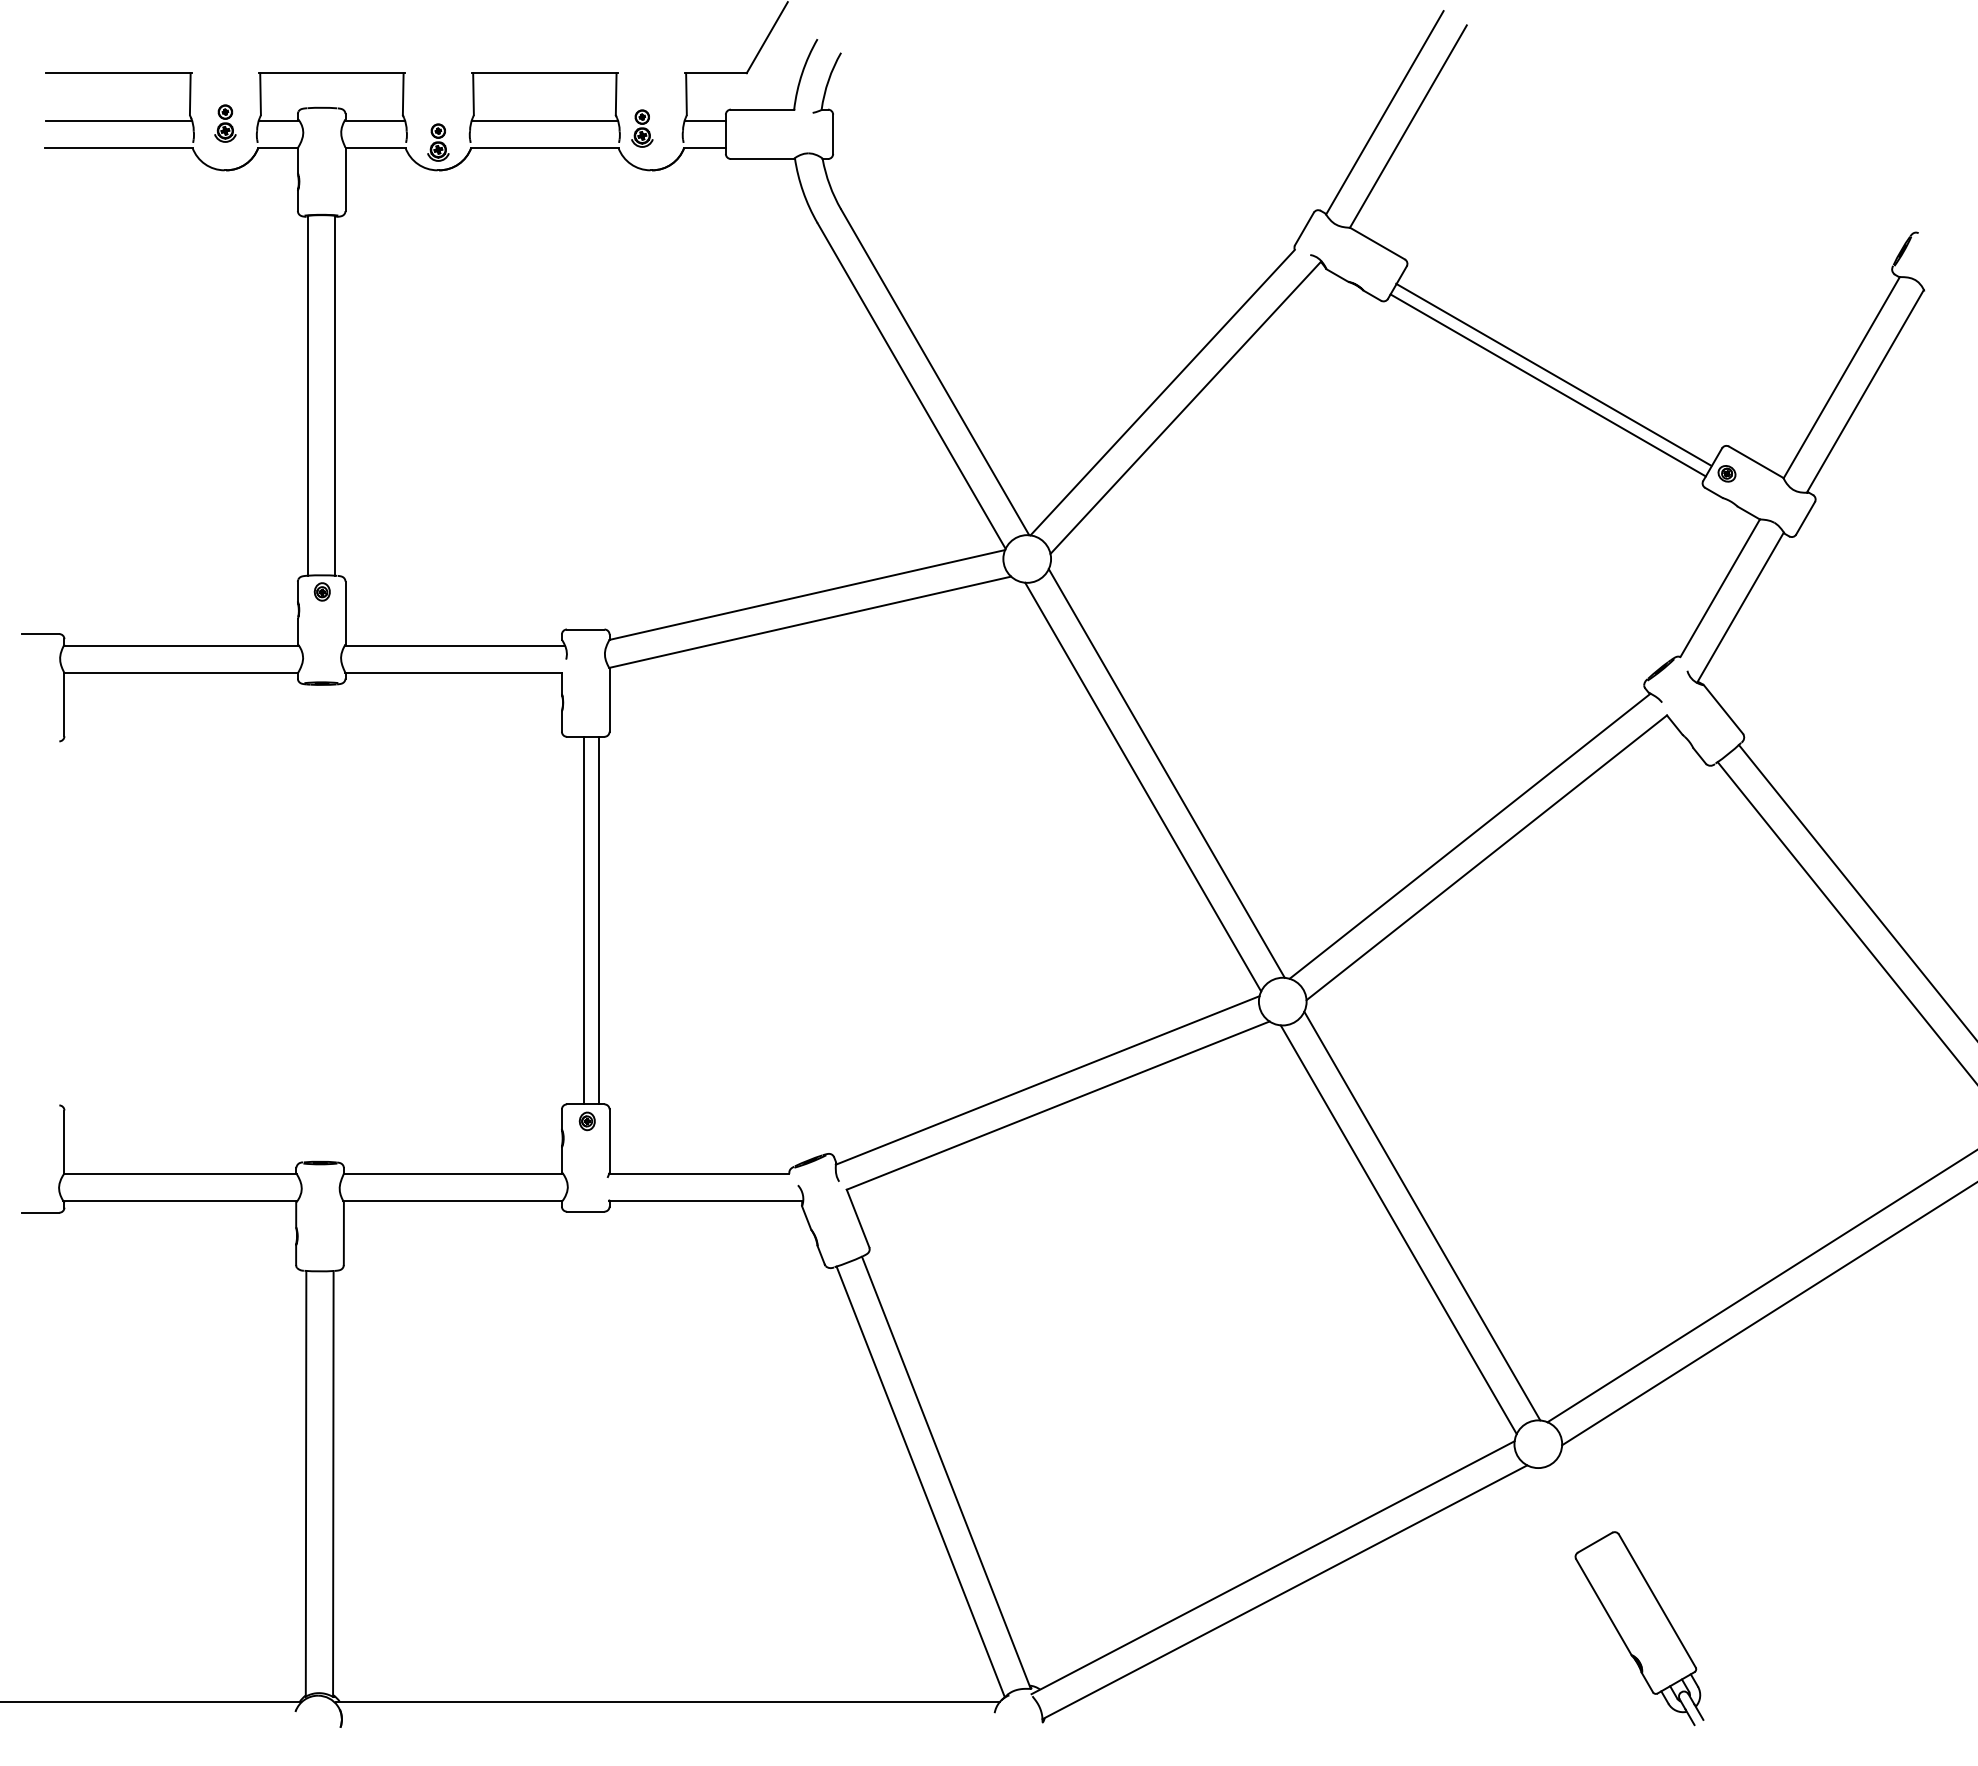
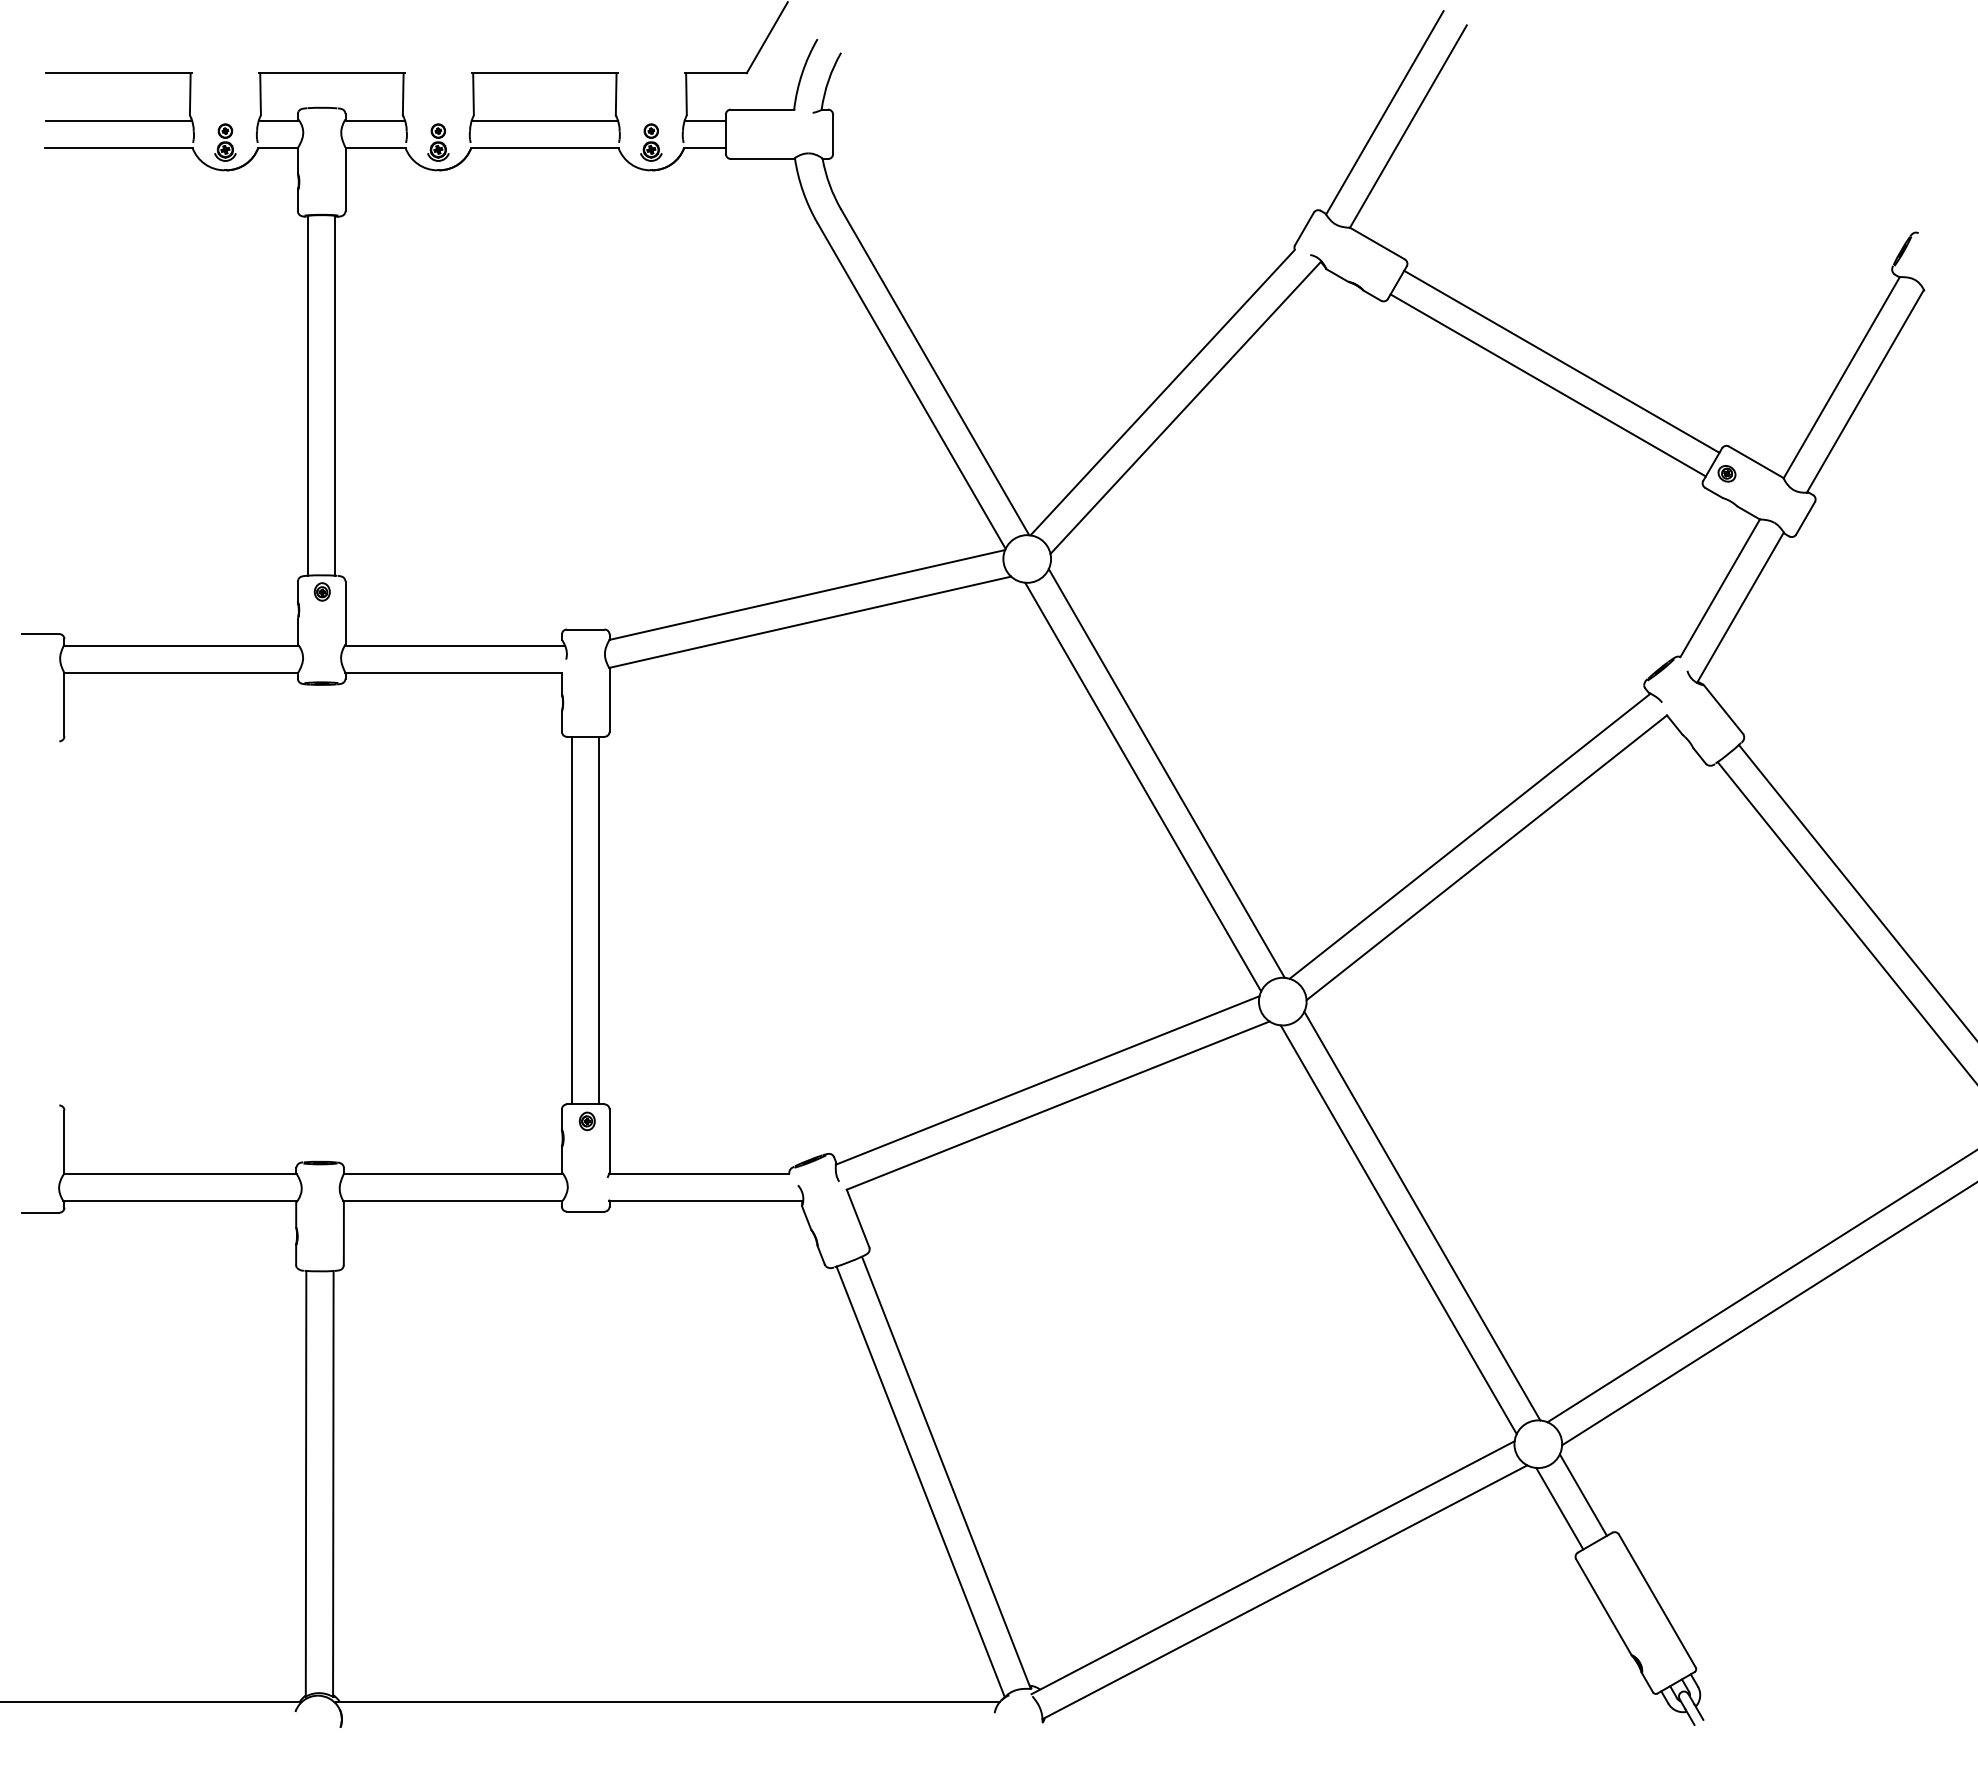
part at (225, 123) position: (225, 123) -> (225, 142)
part at (642, 128) position: (642, 128) -> (651, 142)
line at (1553, 374) position: (1553, 374) -> (1561, 361)
line at (584, 920) position: (584, 920) -> (572, 920)
line at (1582, 1494): none -> present
line at (1559, 1508): none -> present
